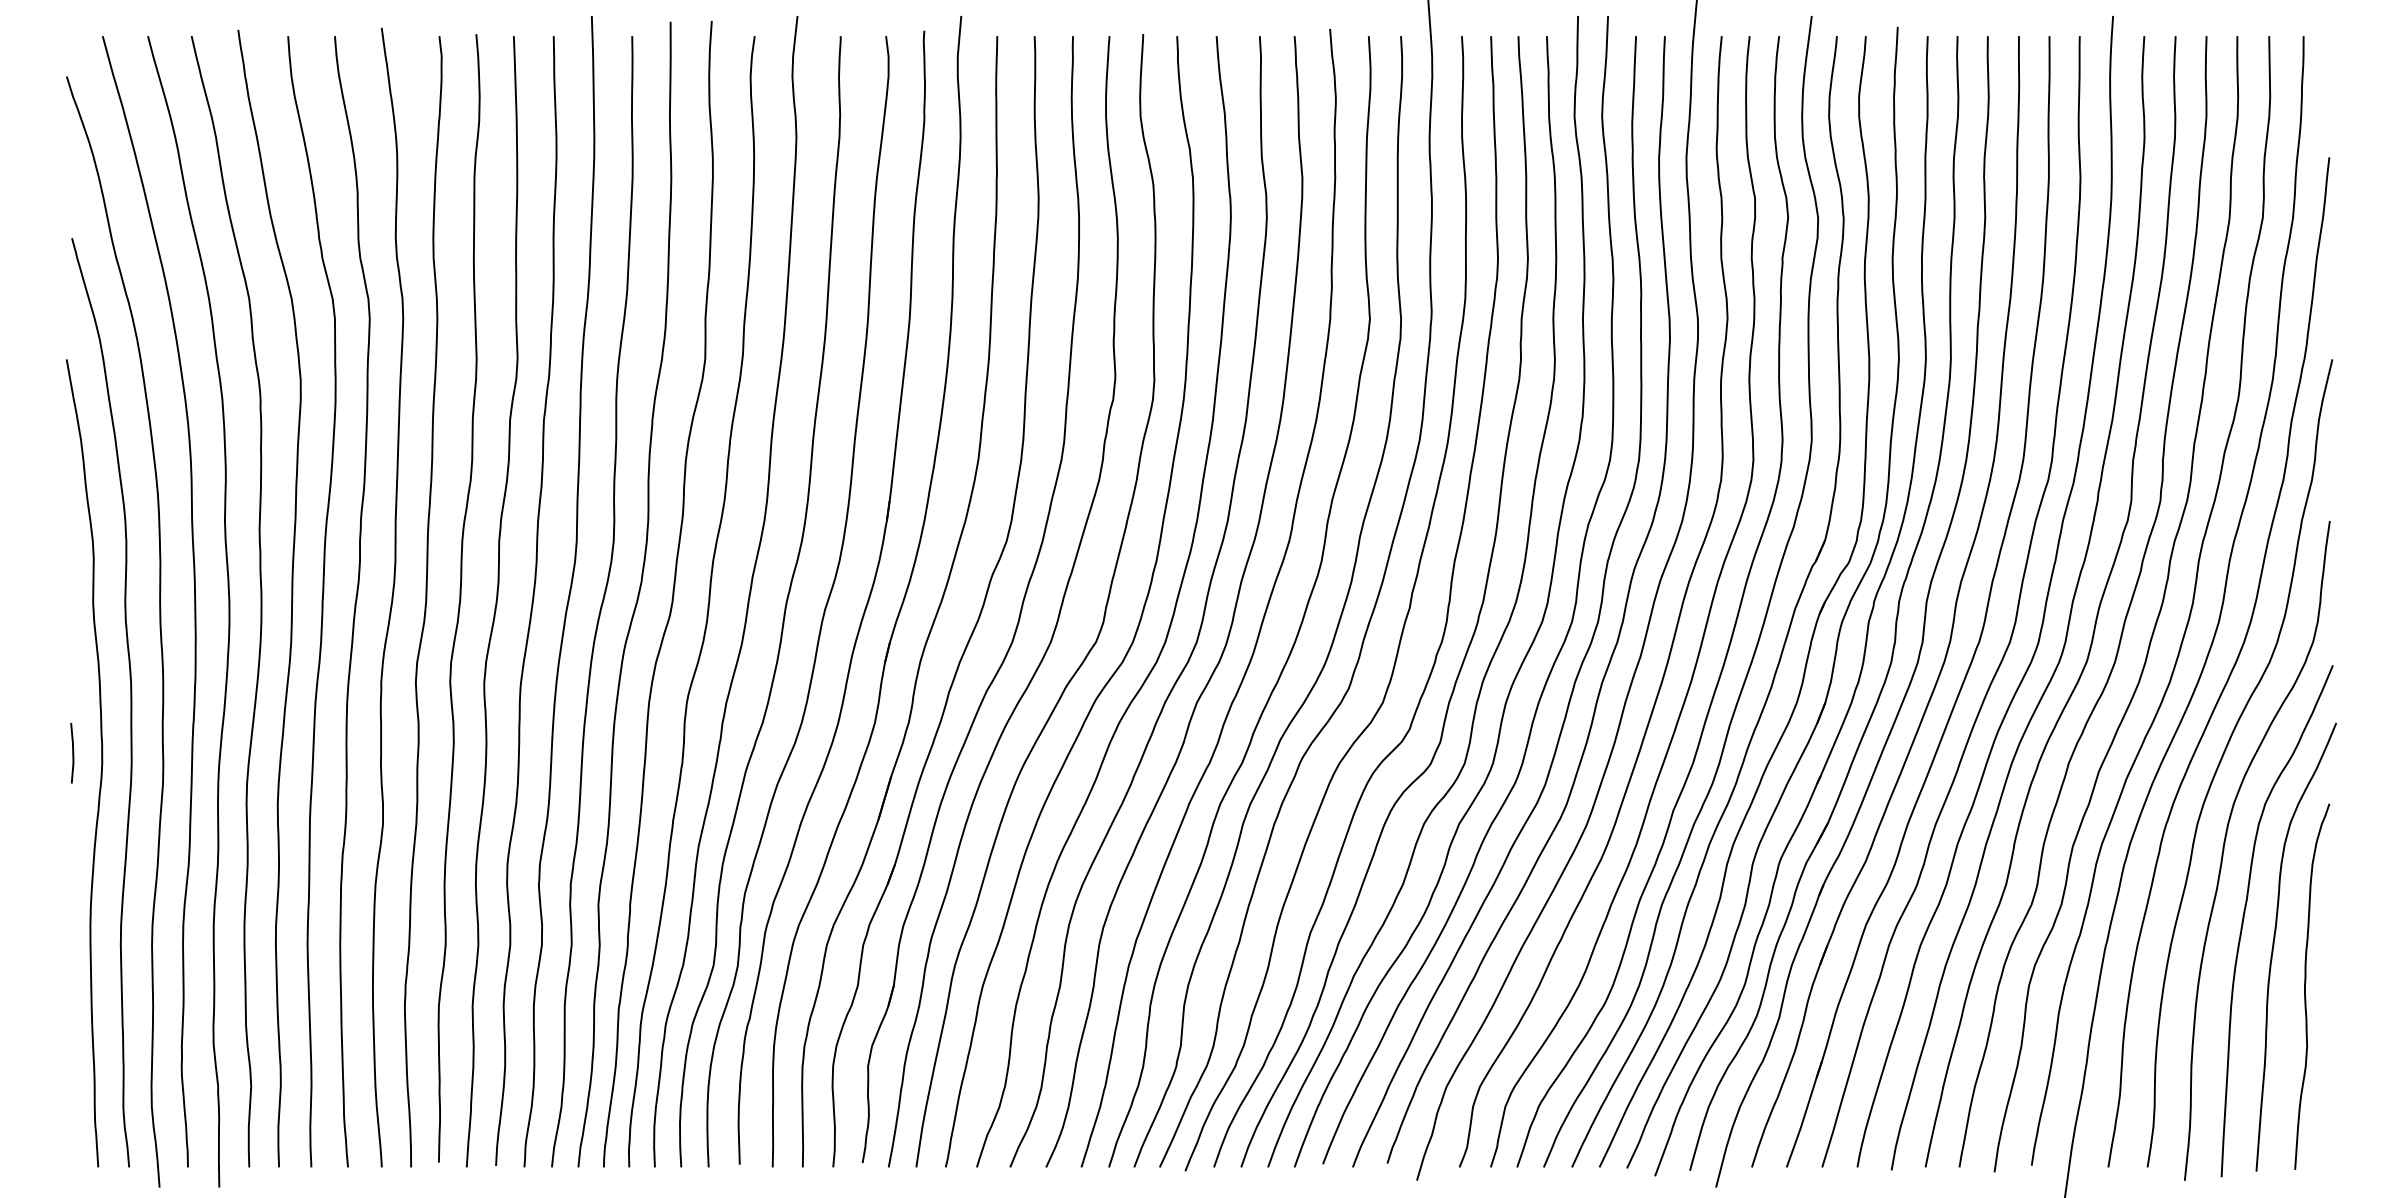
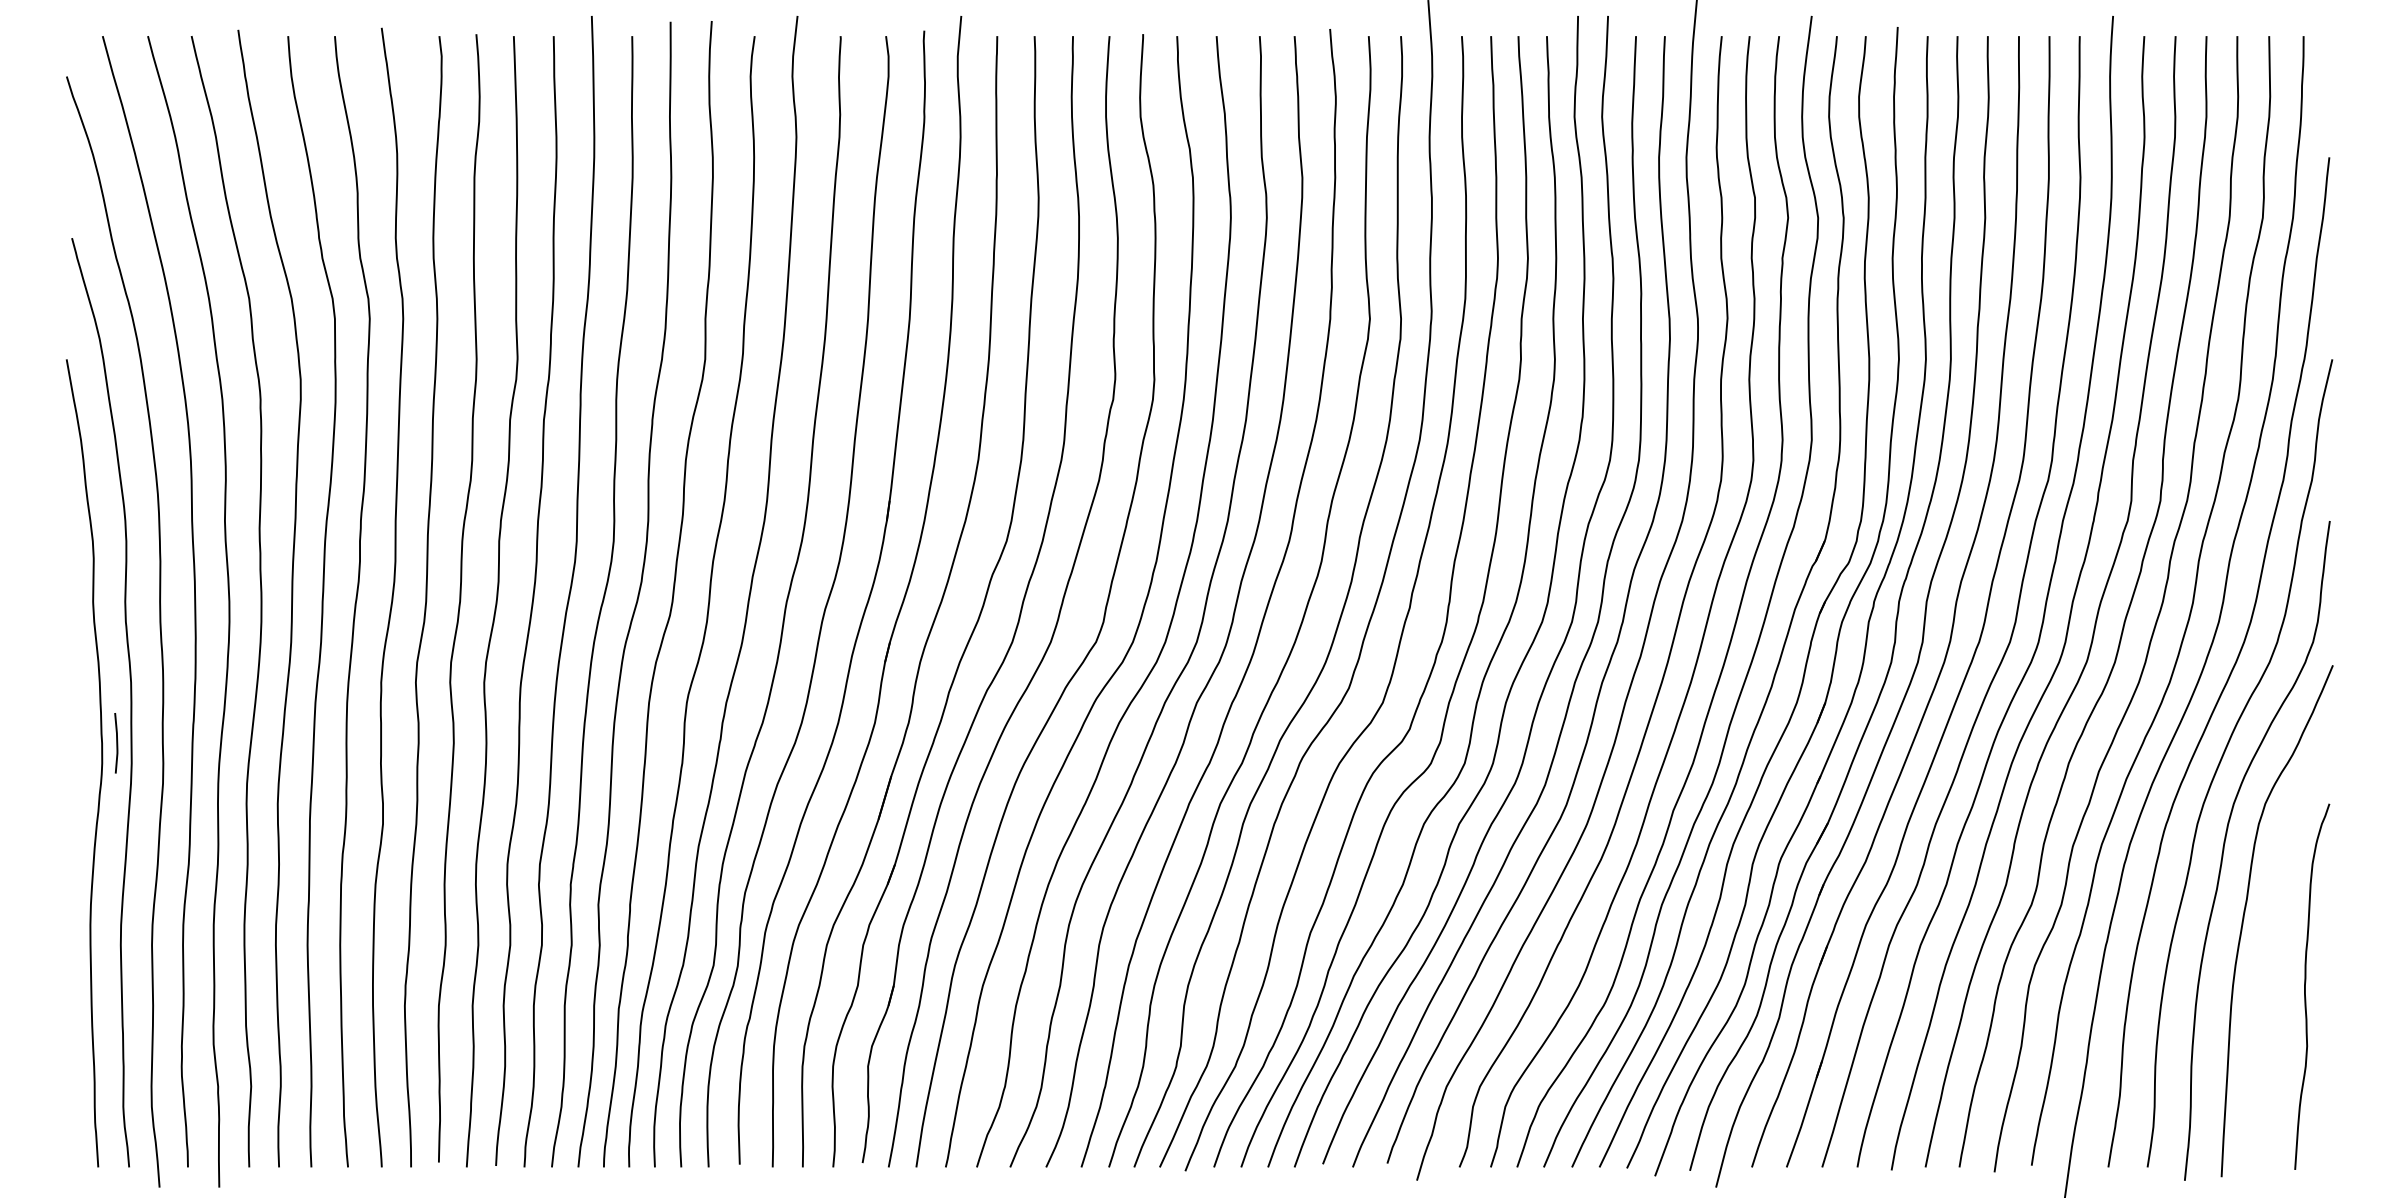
line at (72, 753) position: (72, 753) -> (116, 743)
curve at (2274, 945): present -> none
